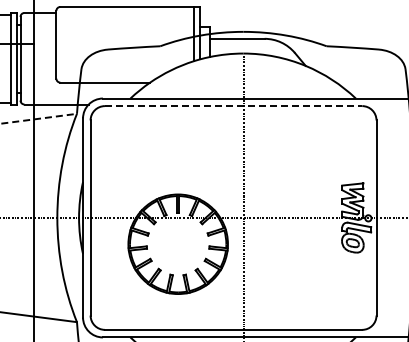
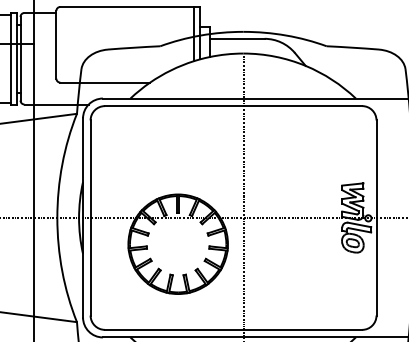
line at (233, 106): dashed -> solid
line at (38, 118): dashed -> solid
